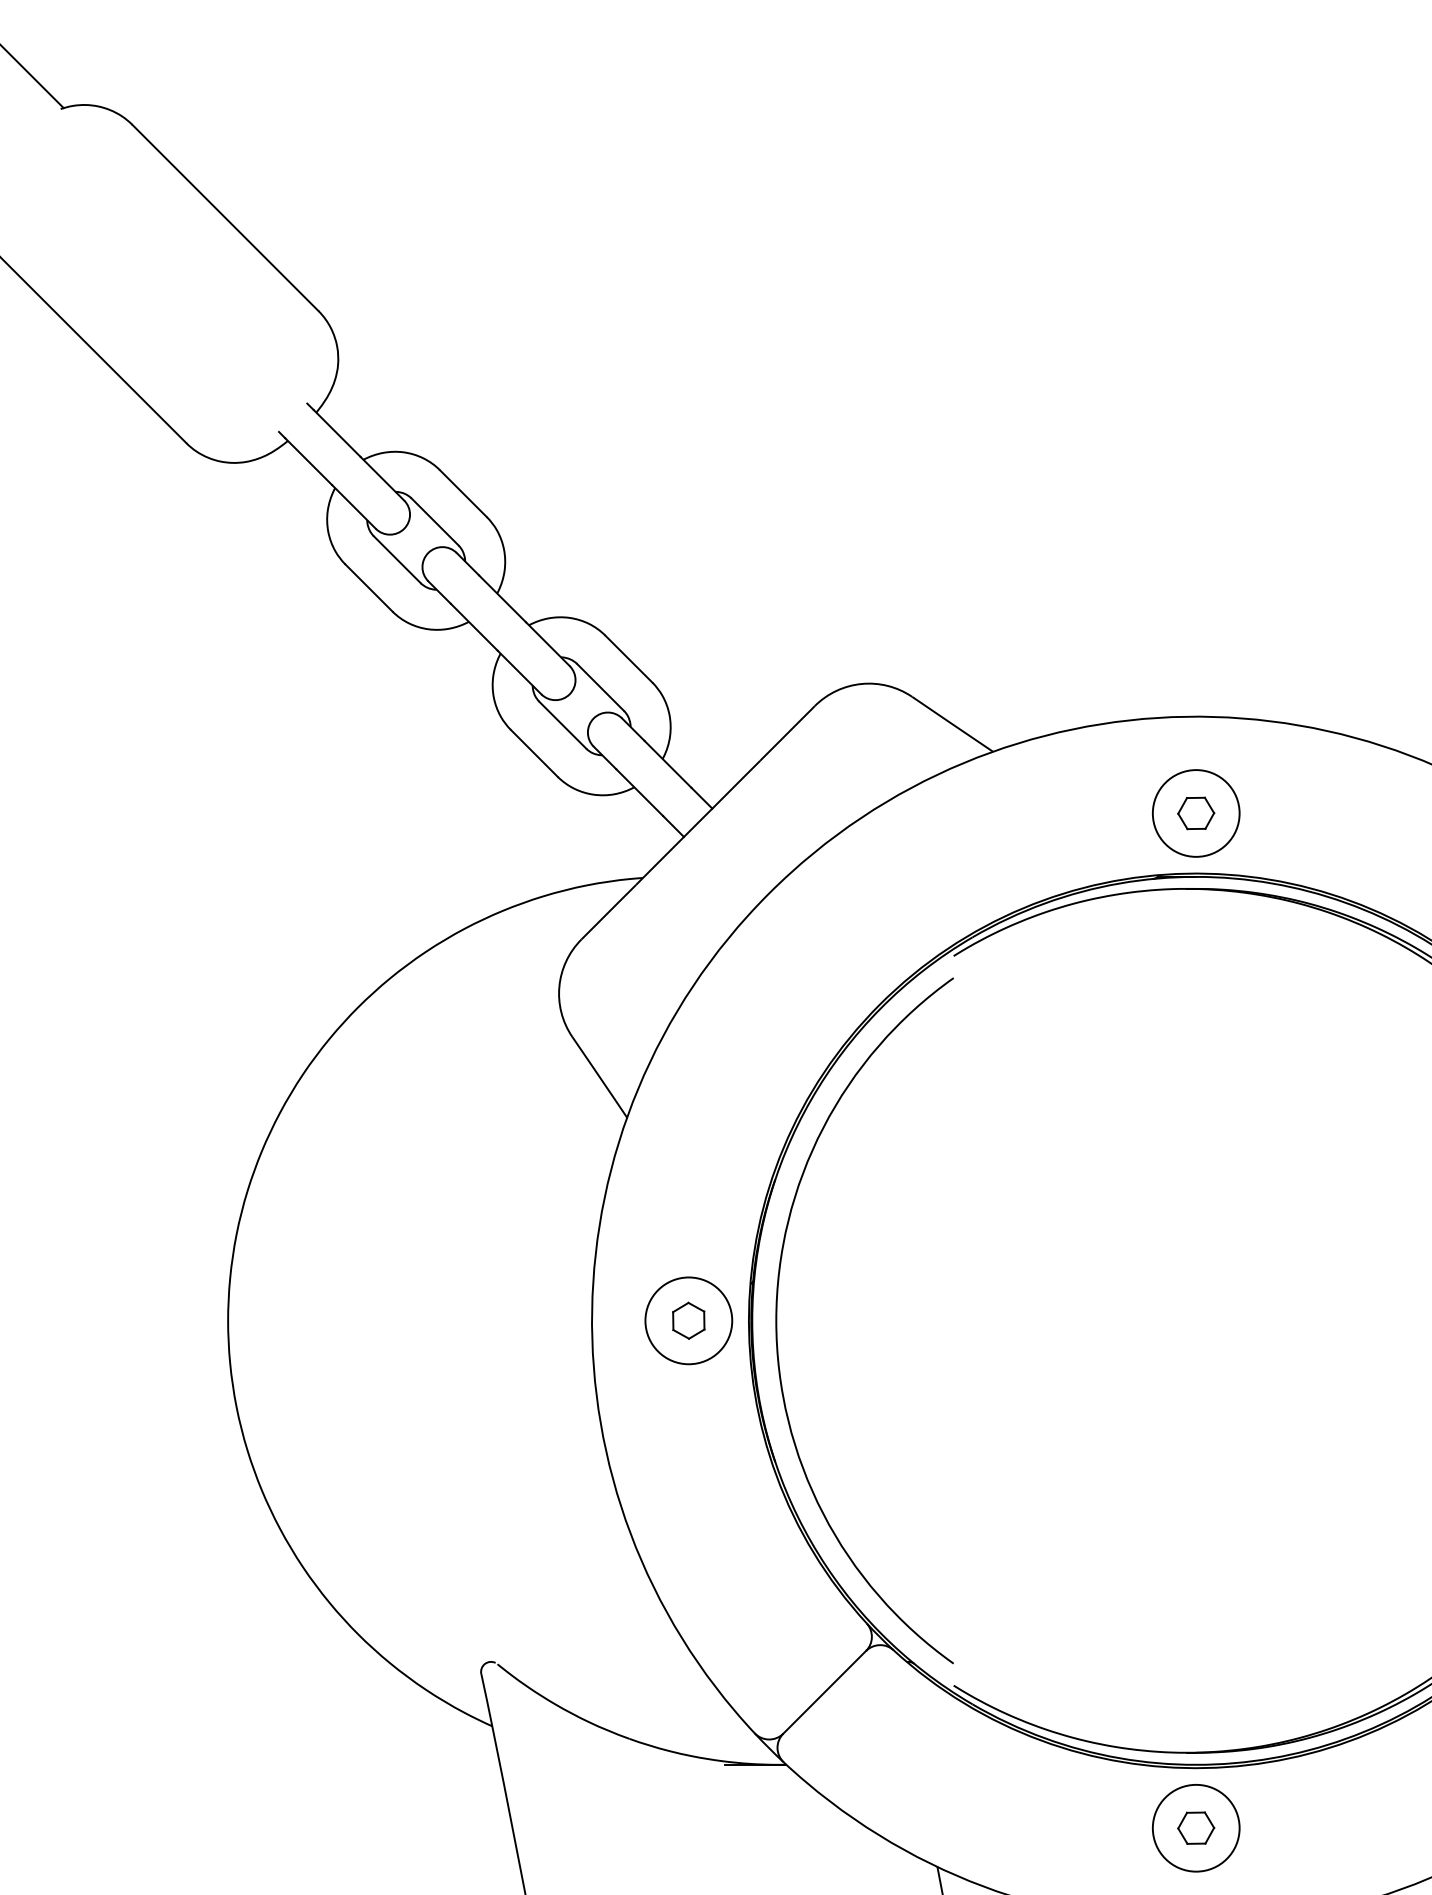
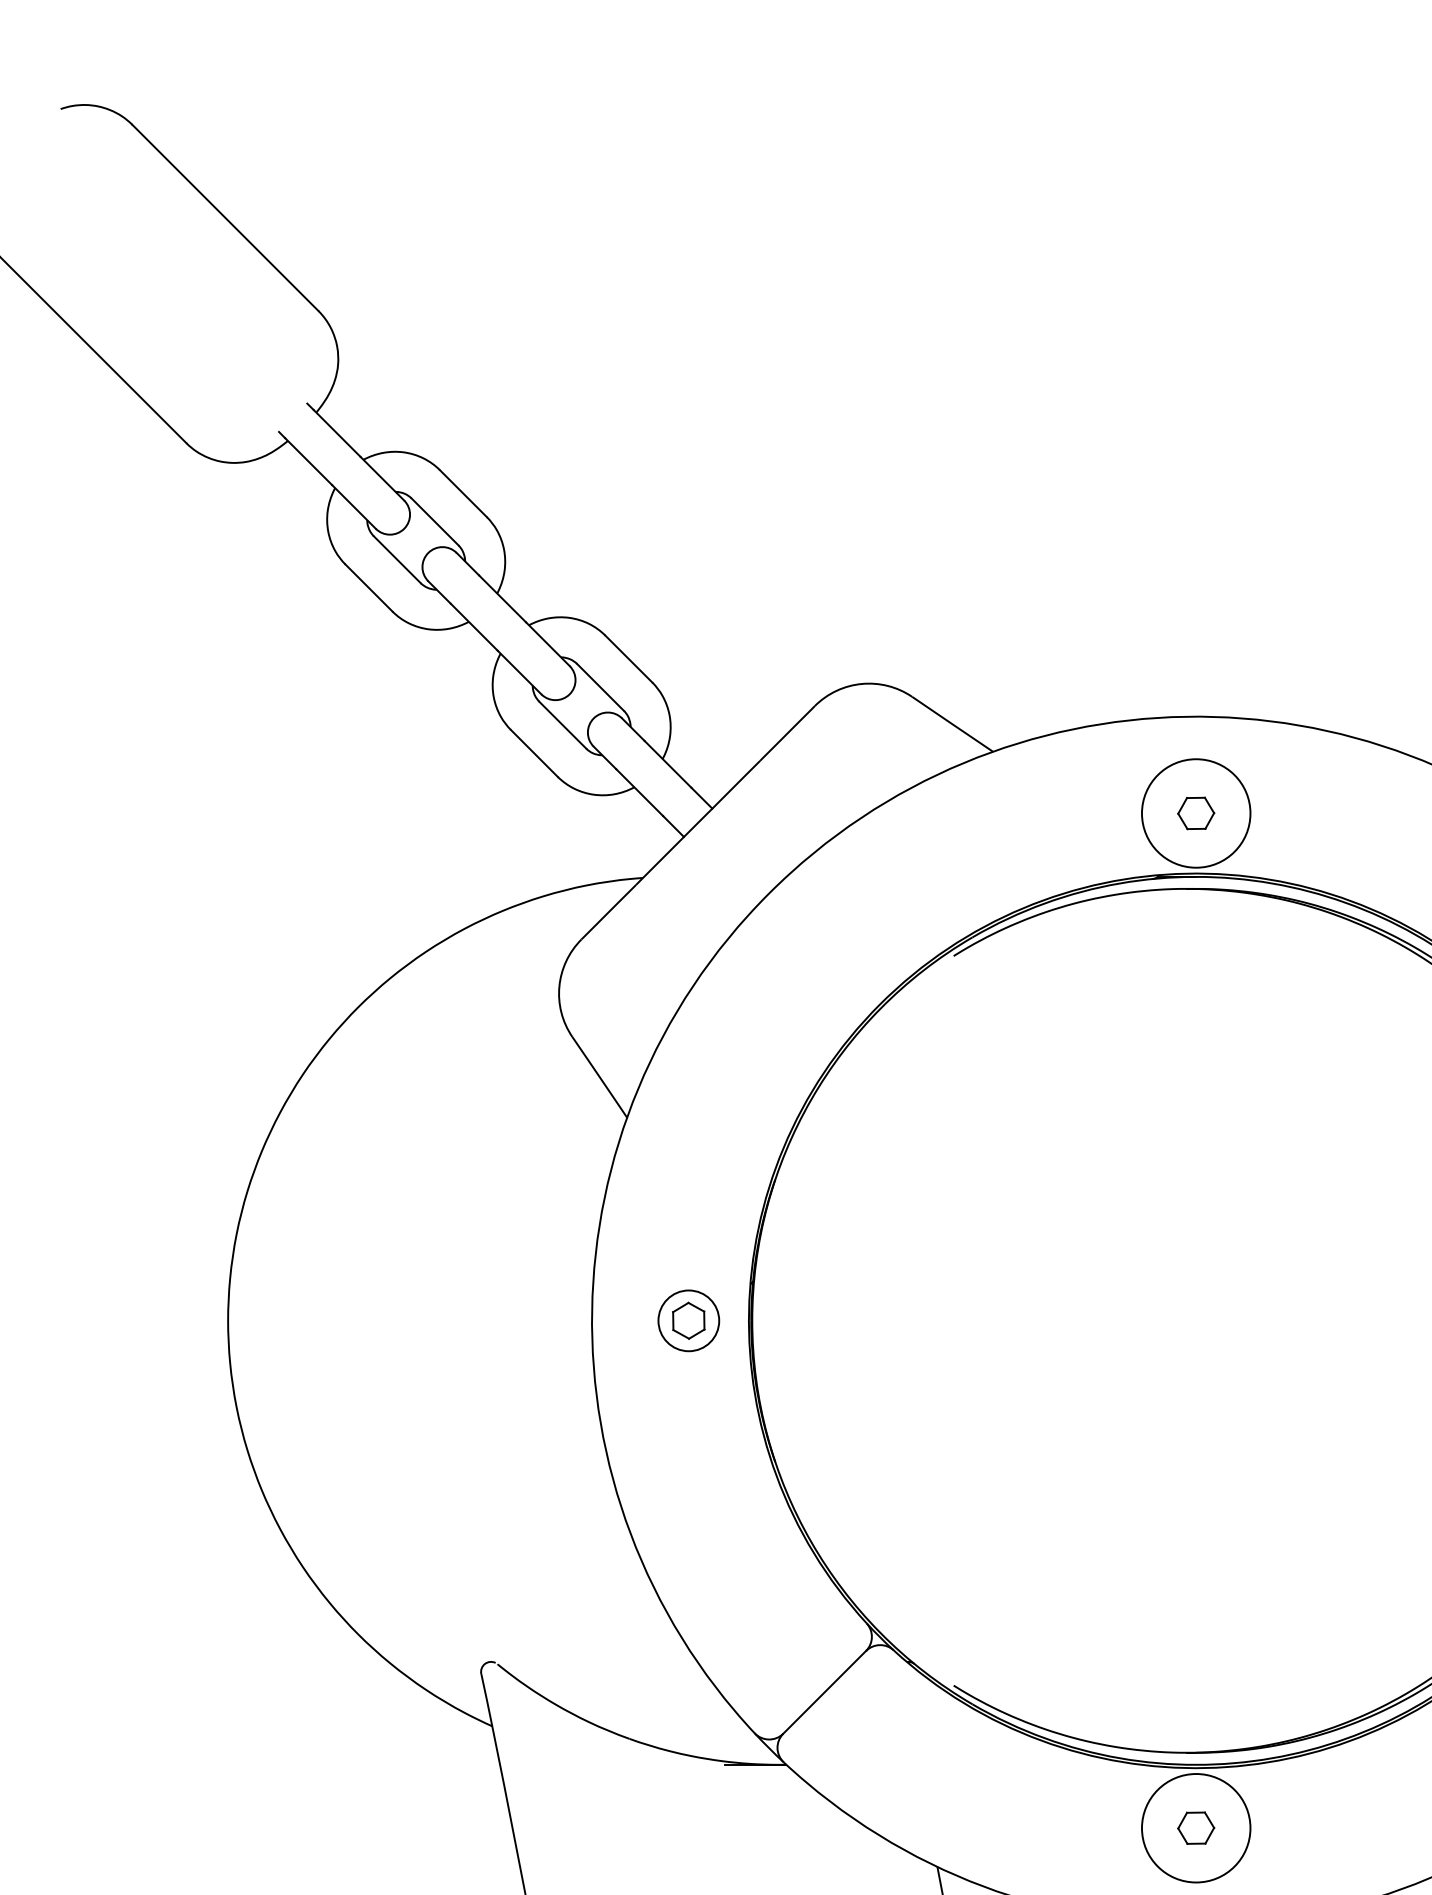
line at (32, 77): present -> none
circle at (1195, 813) diameter: 87 px -> 108 px
circle at (688, 1320) diameter: 87 px -> 61 px
arc at (777, 1320): present -> none
circle at (1195, 1827) diameter: 87 px -> 108 px
